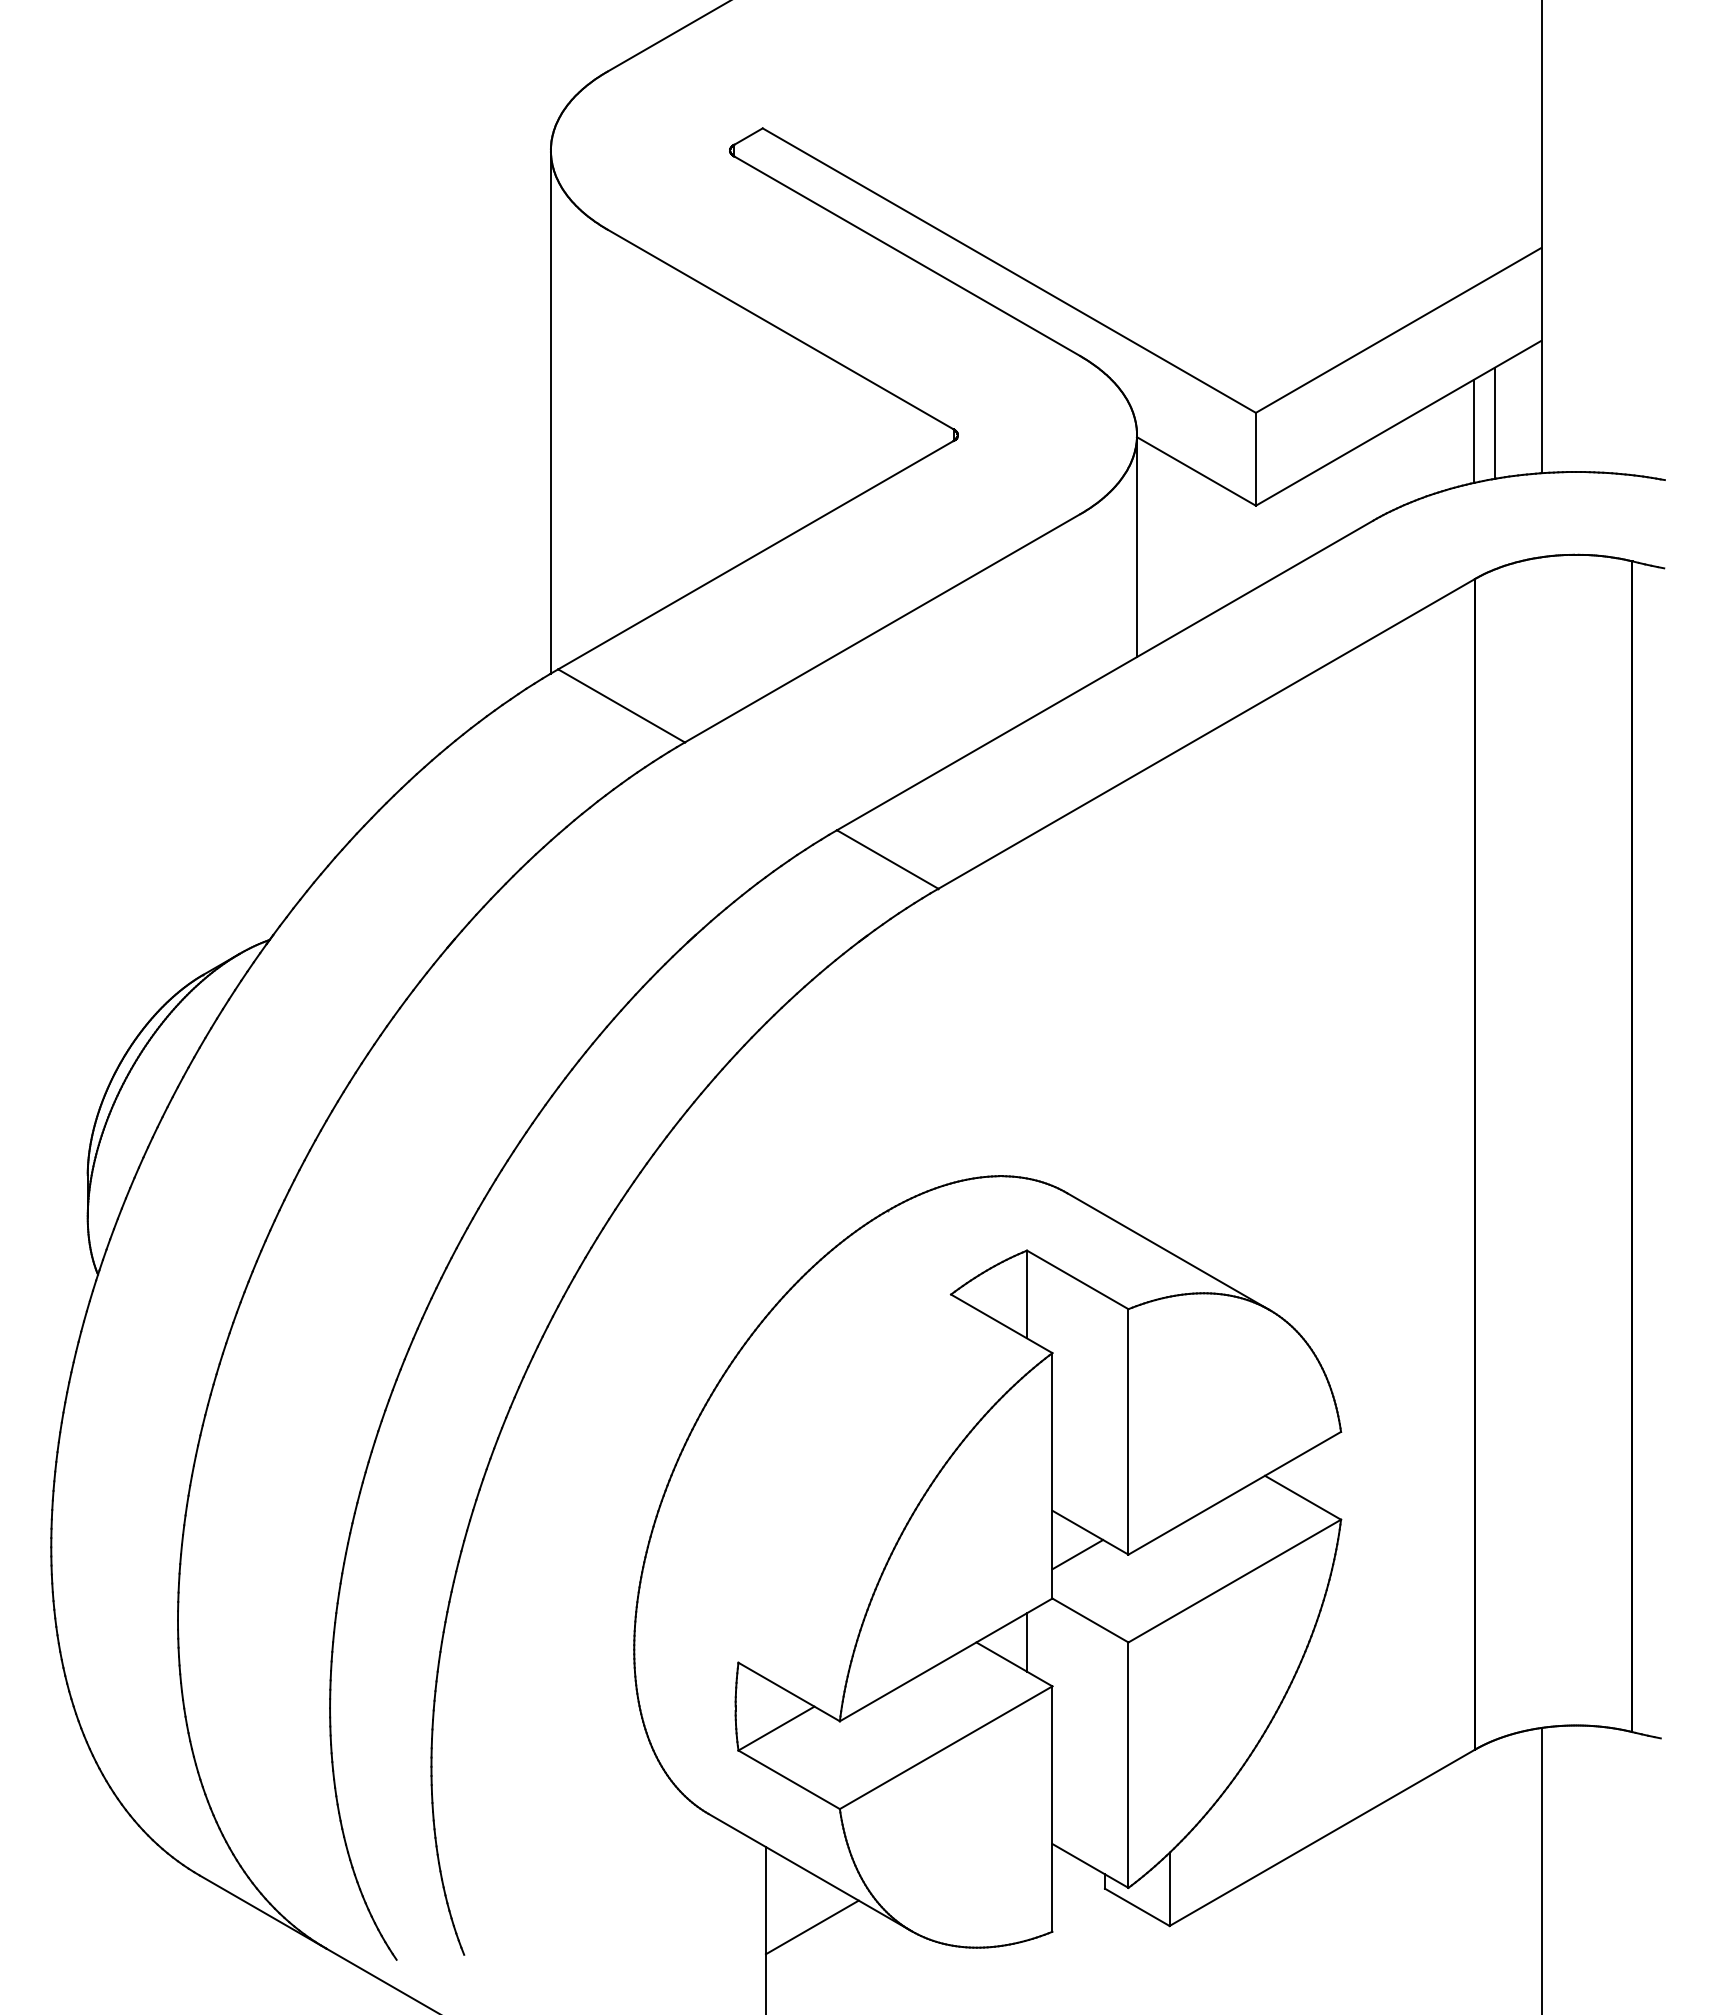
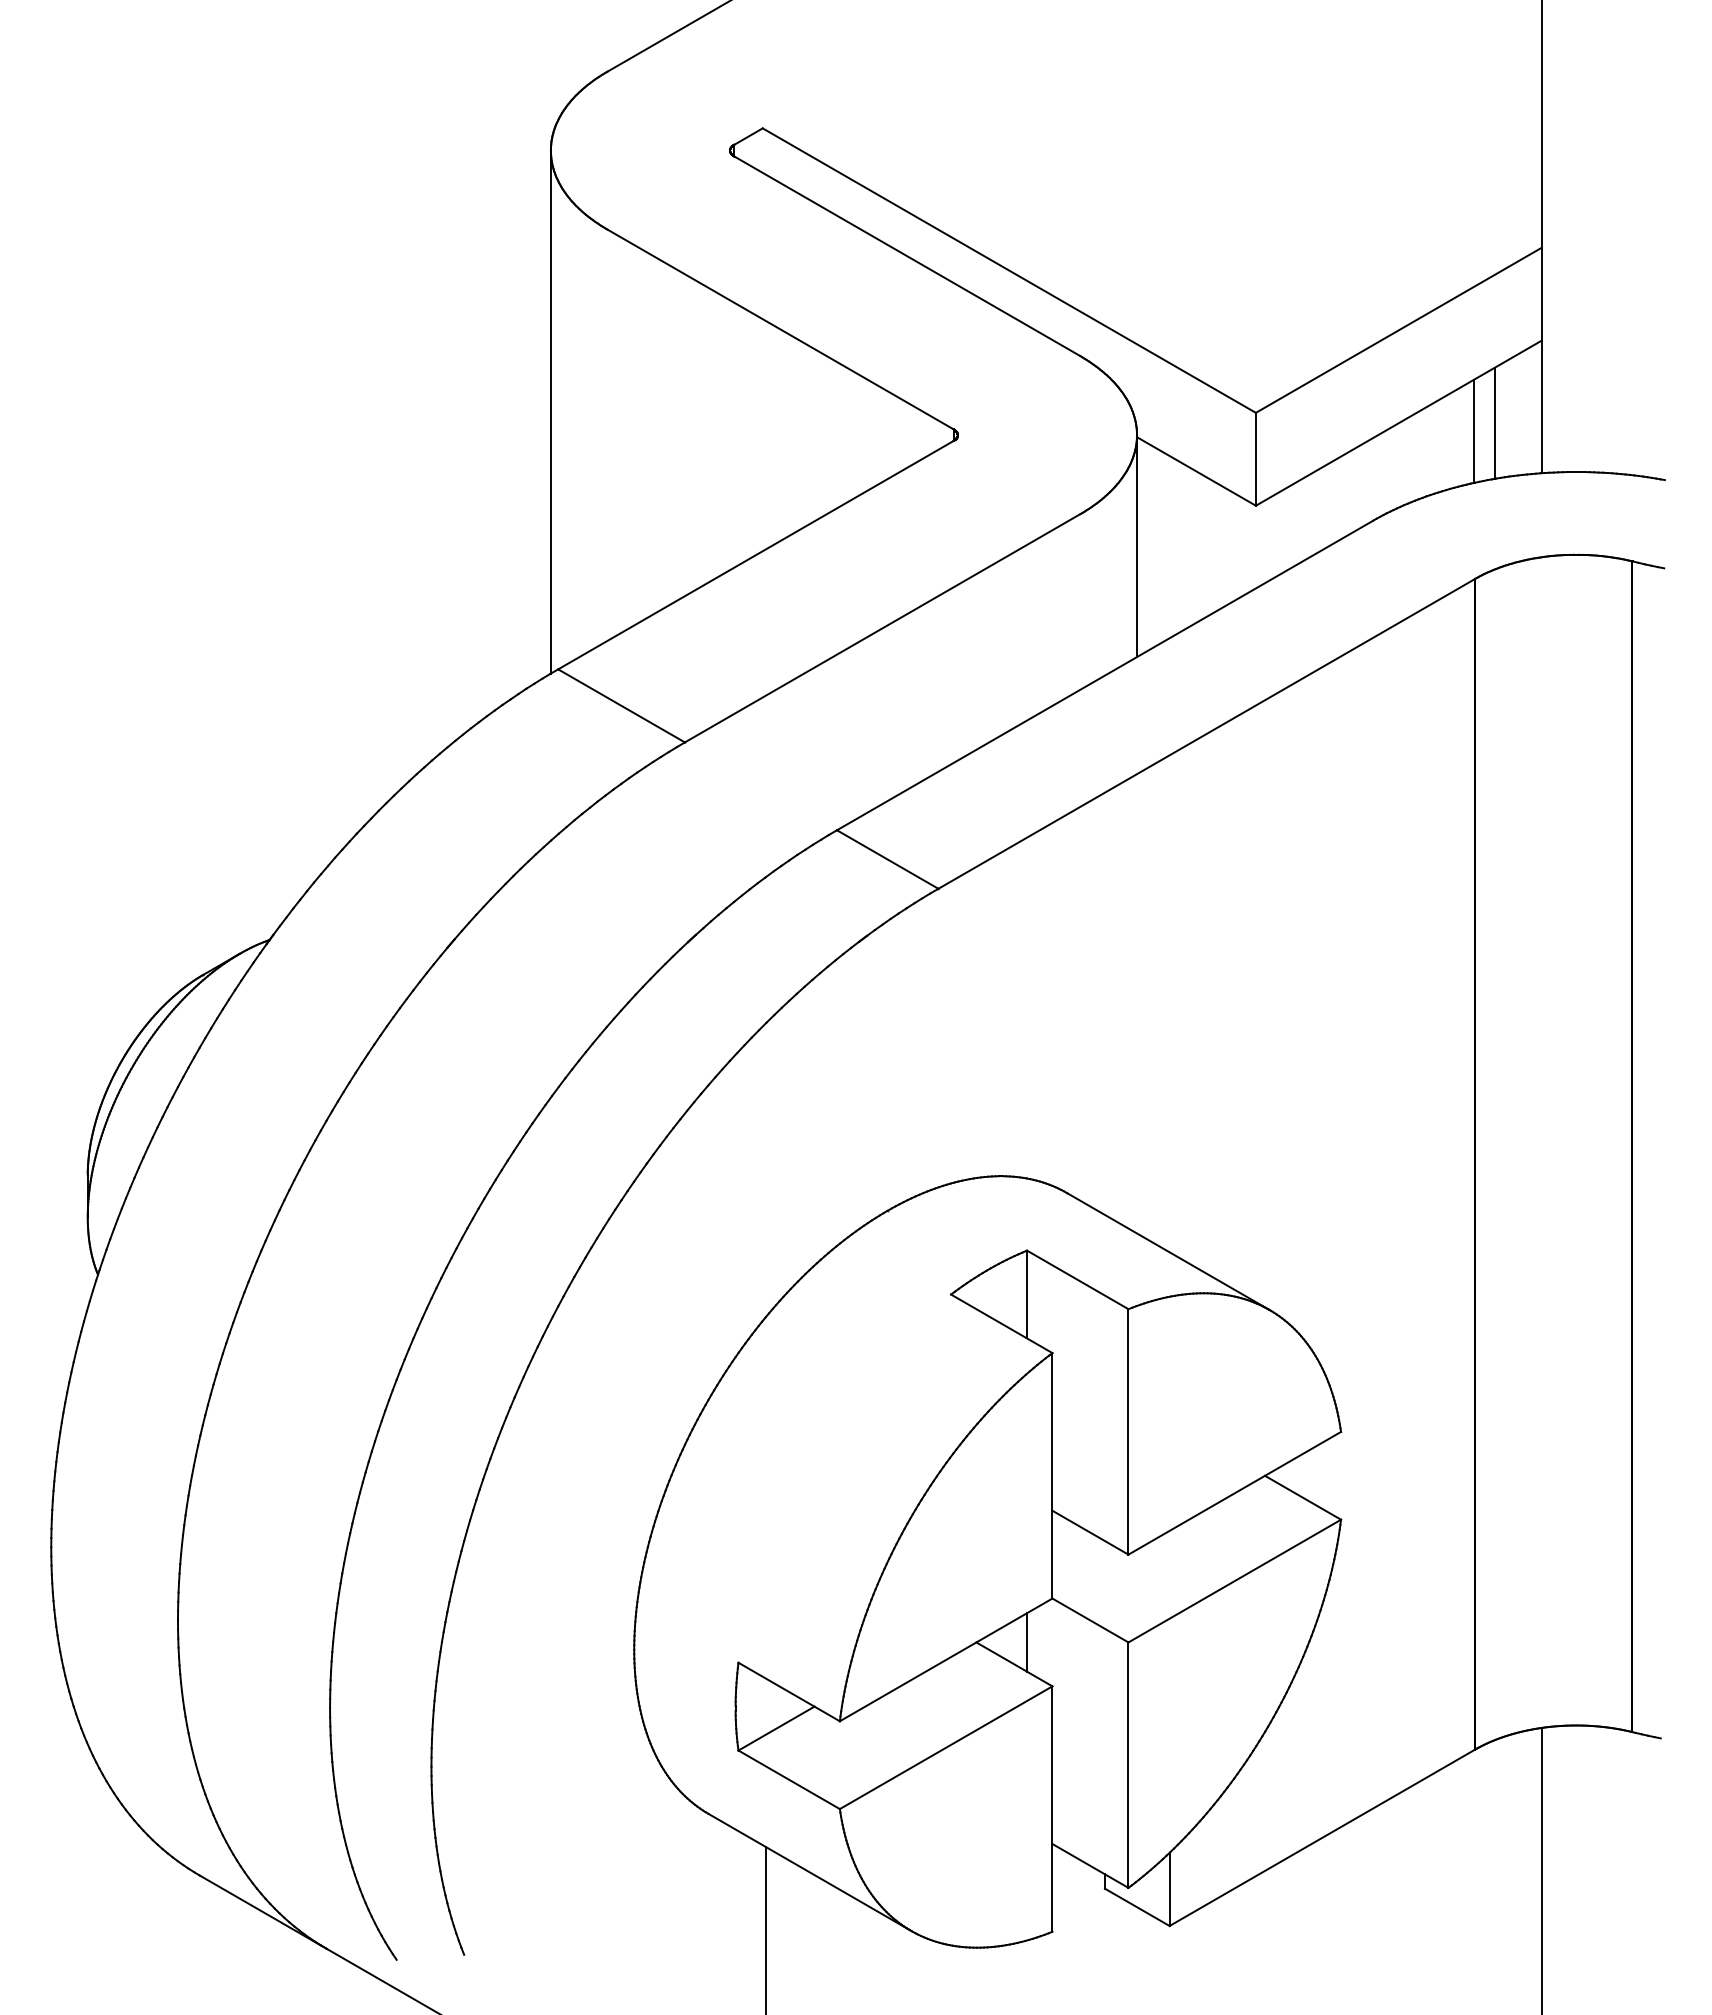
line at (1077, 1554): present -> none
line at (811, 1927): present -> none
